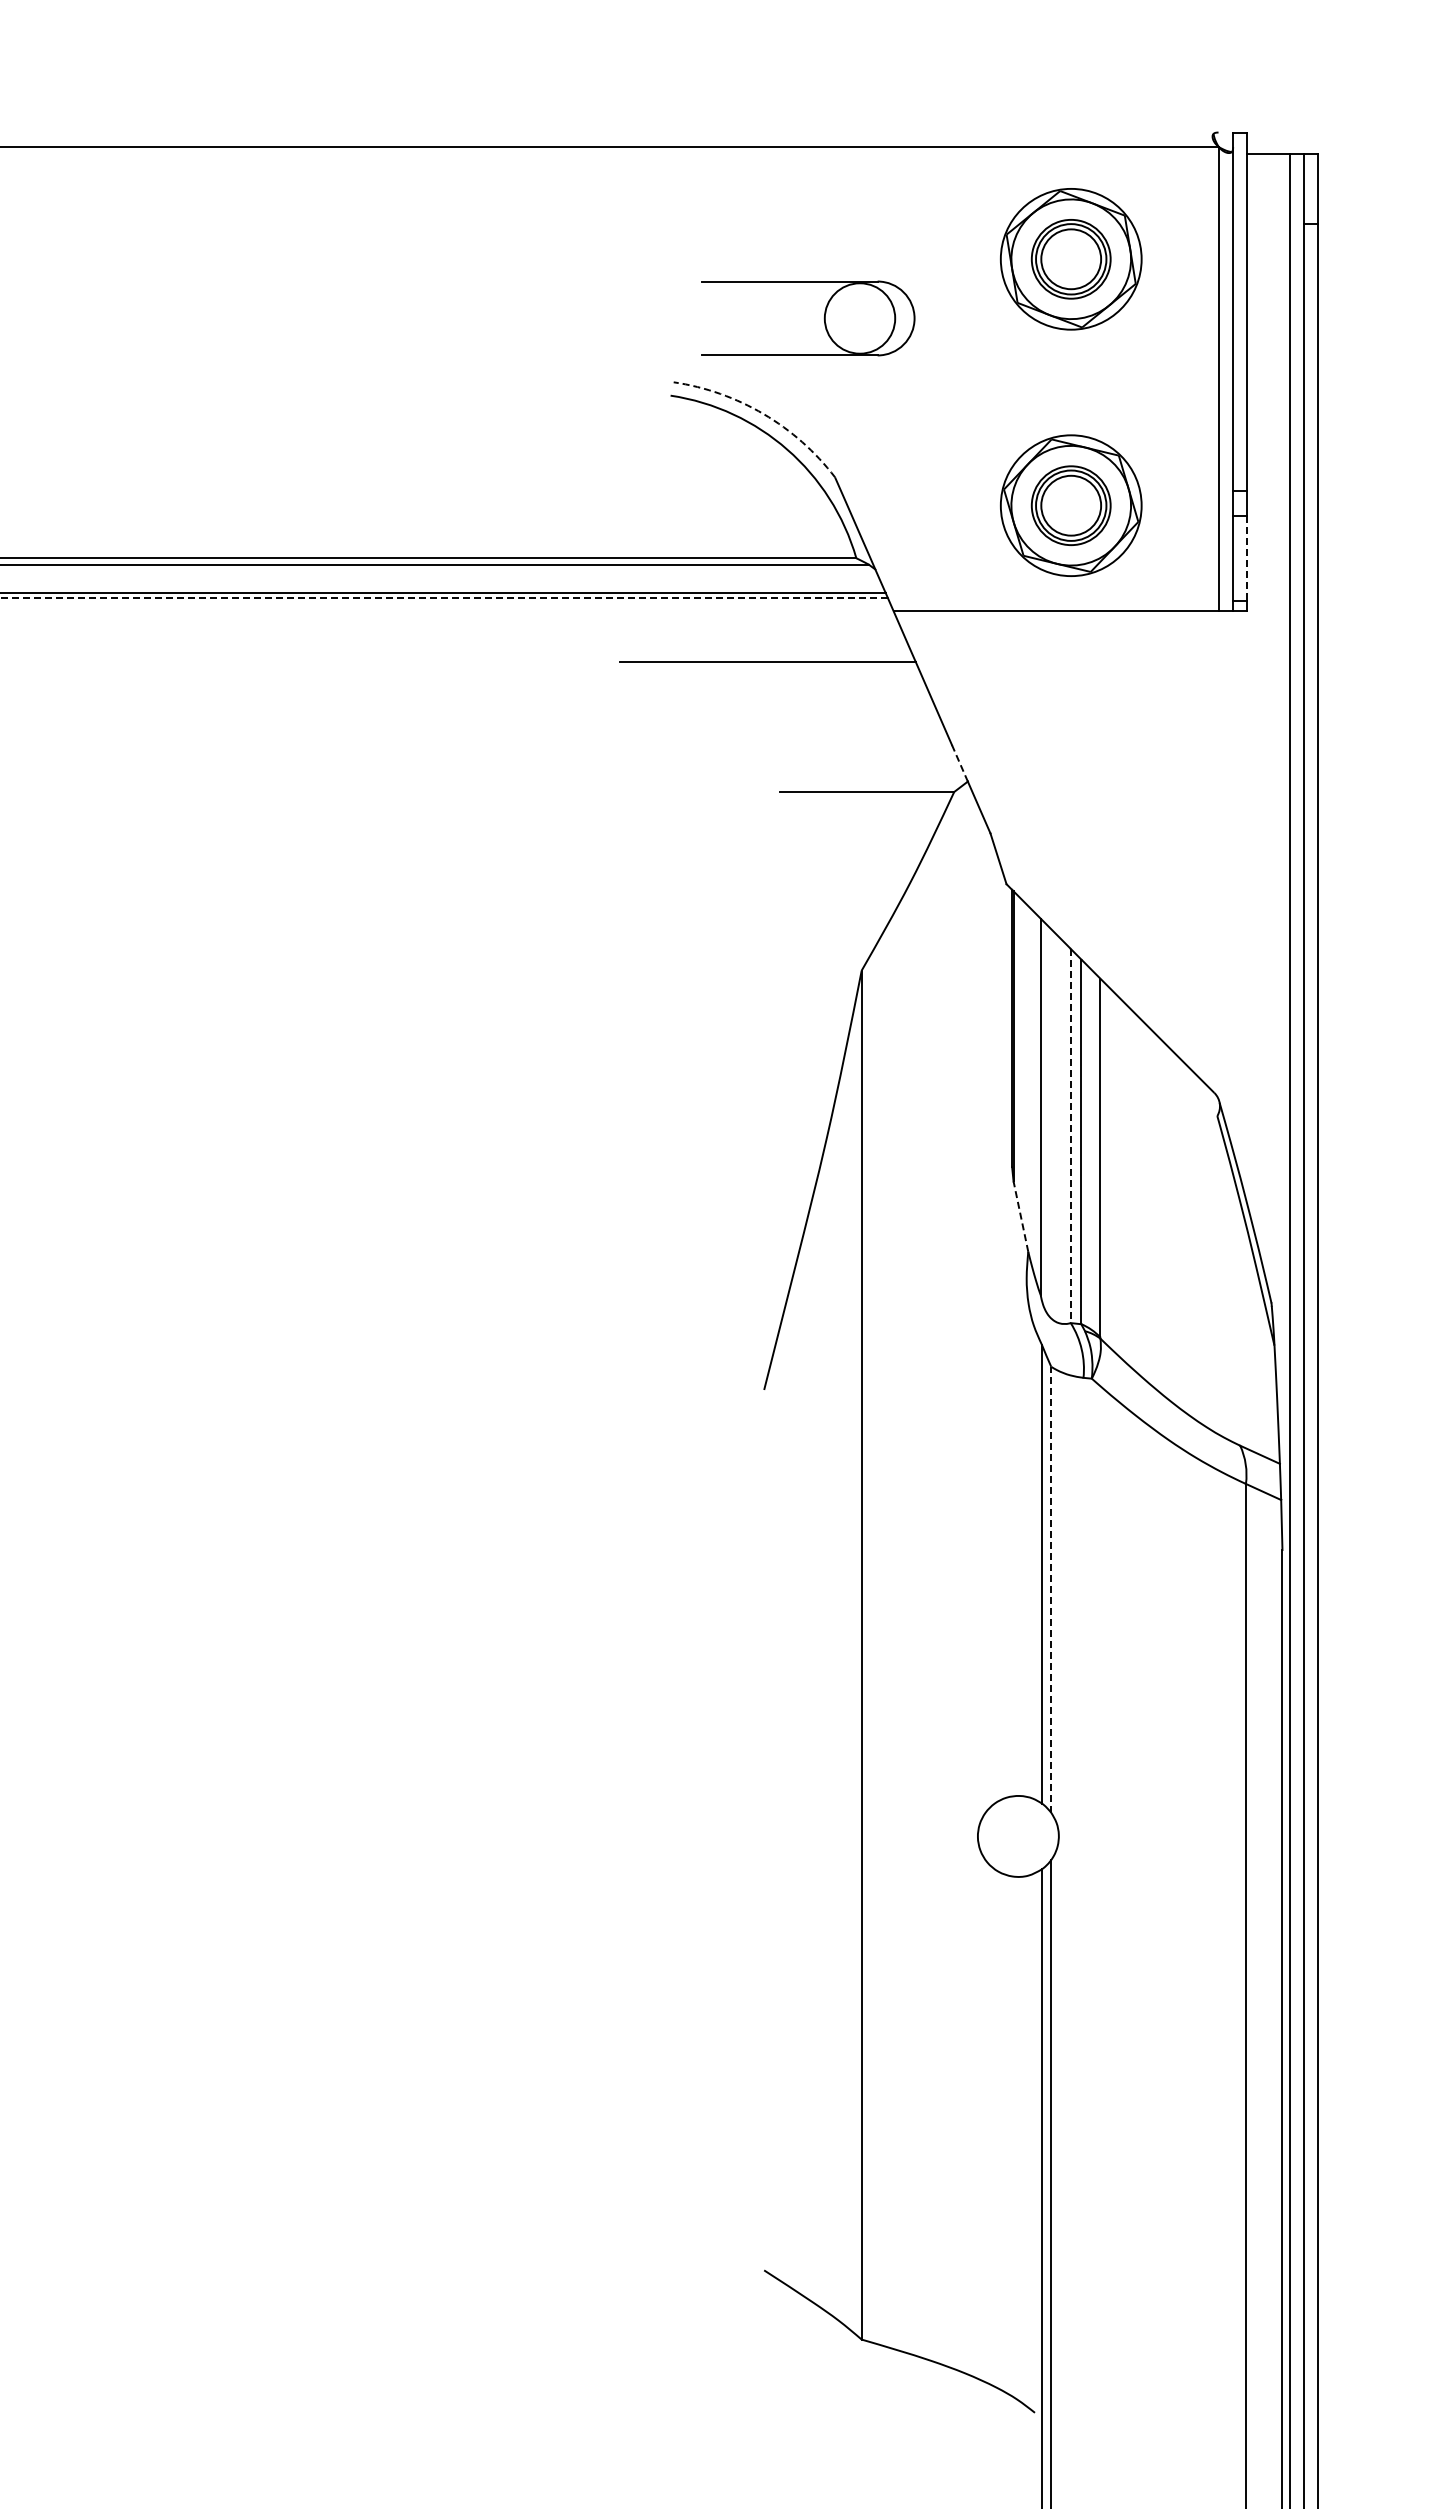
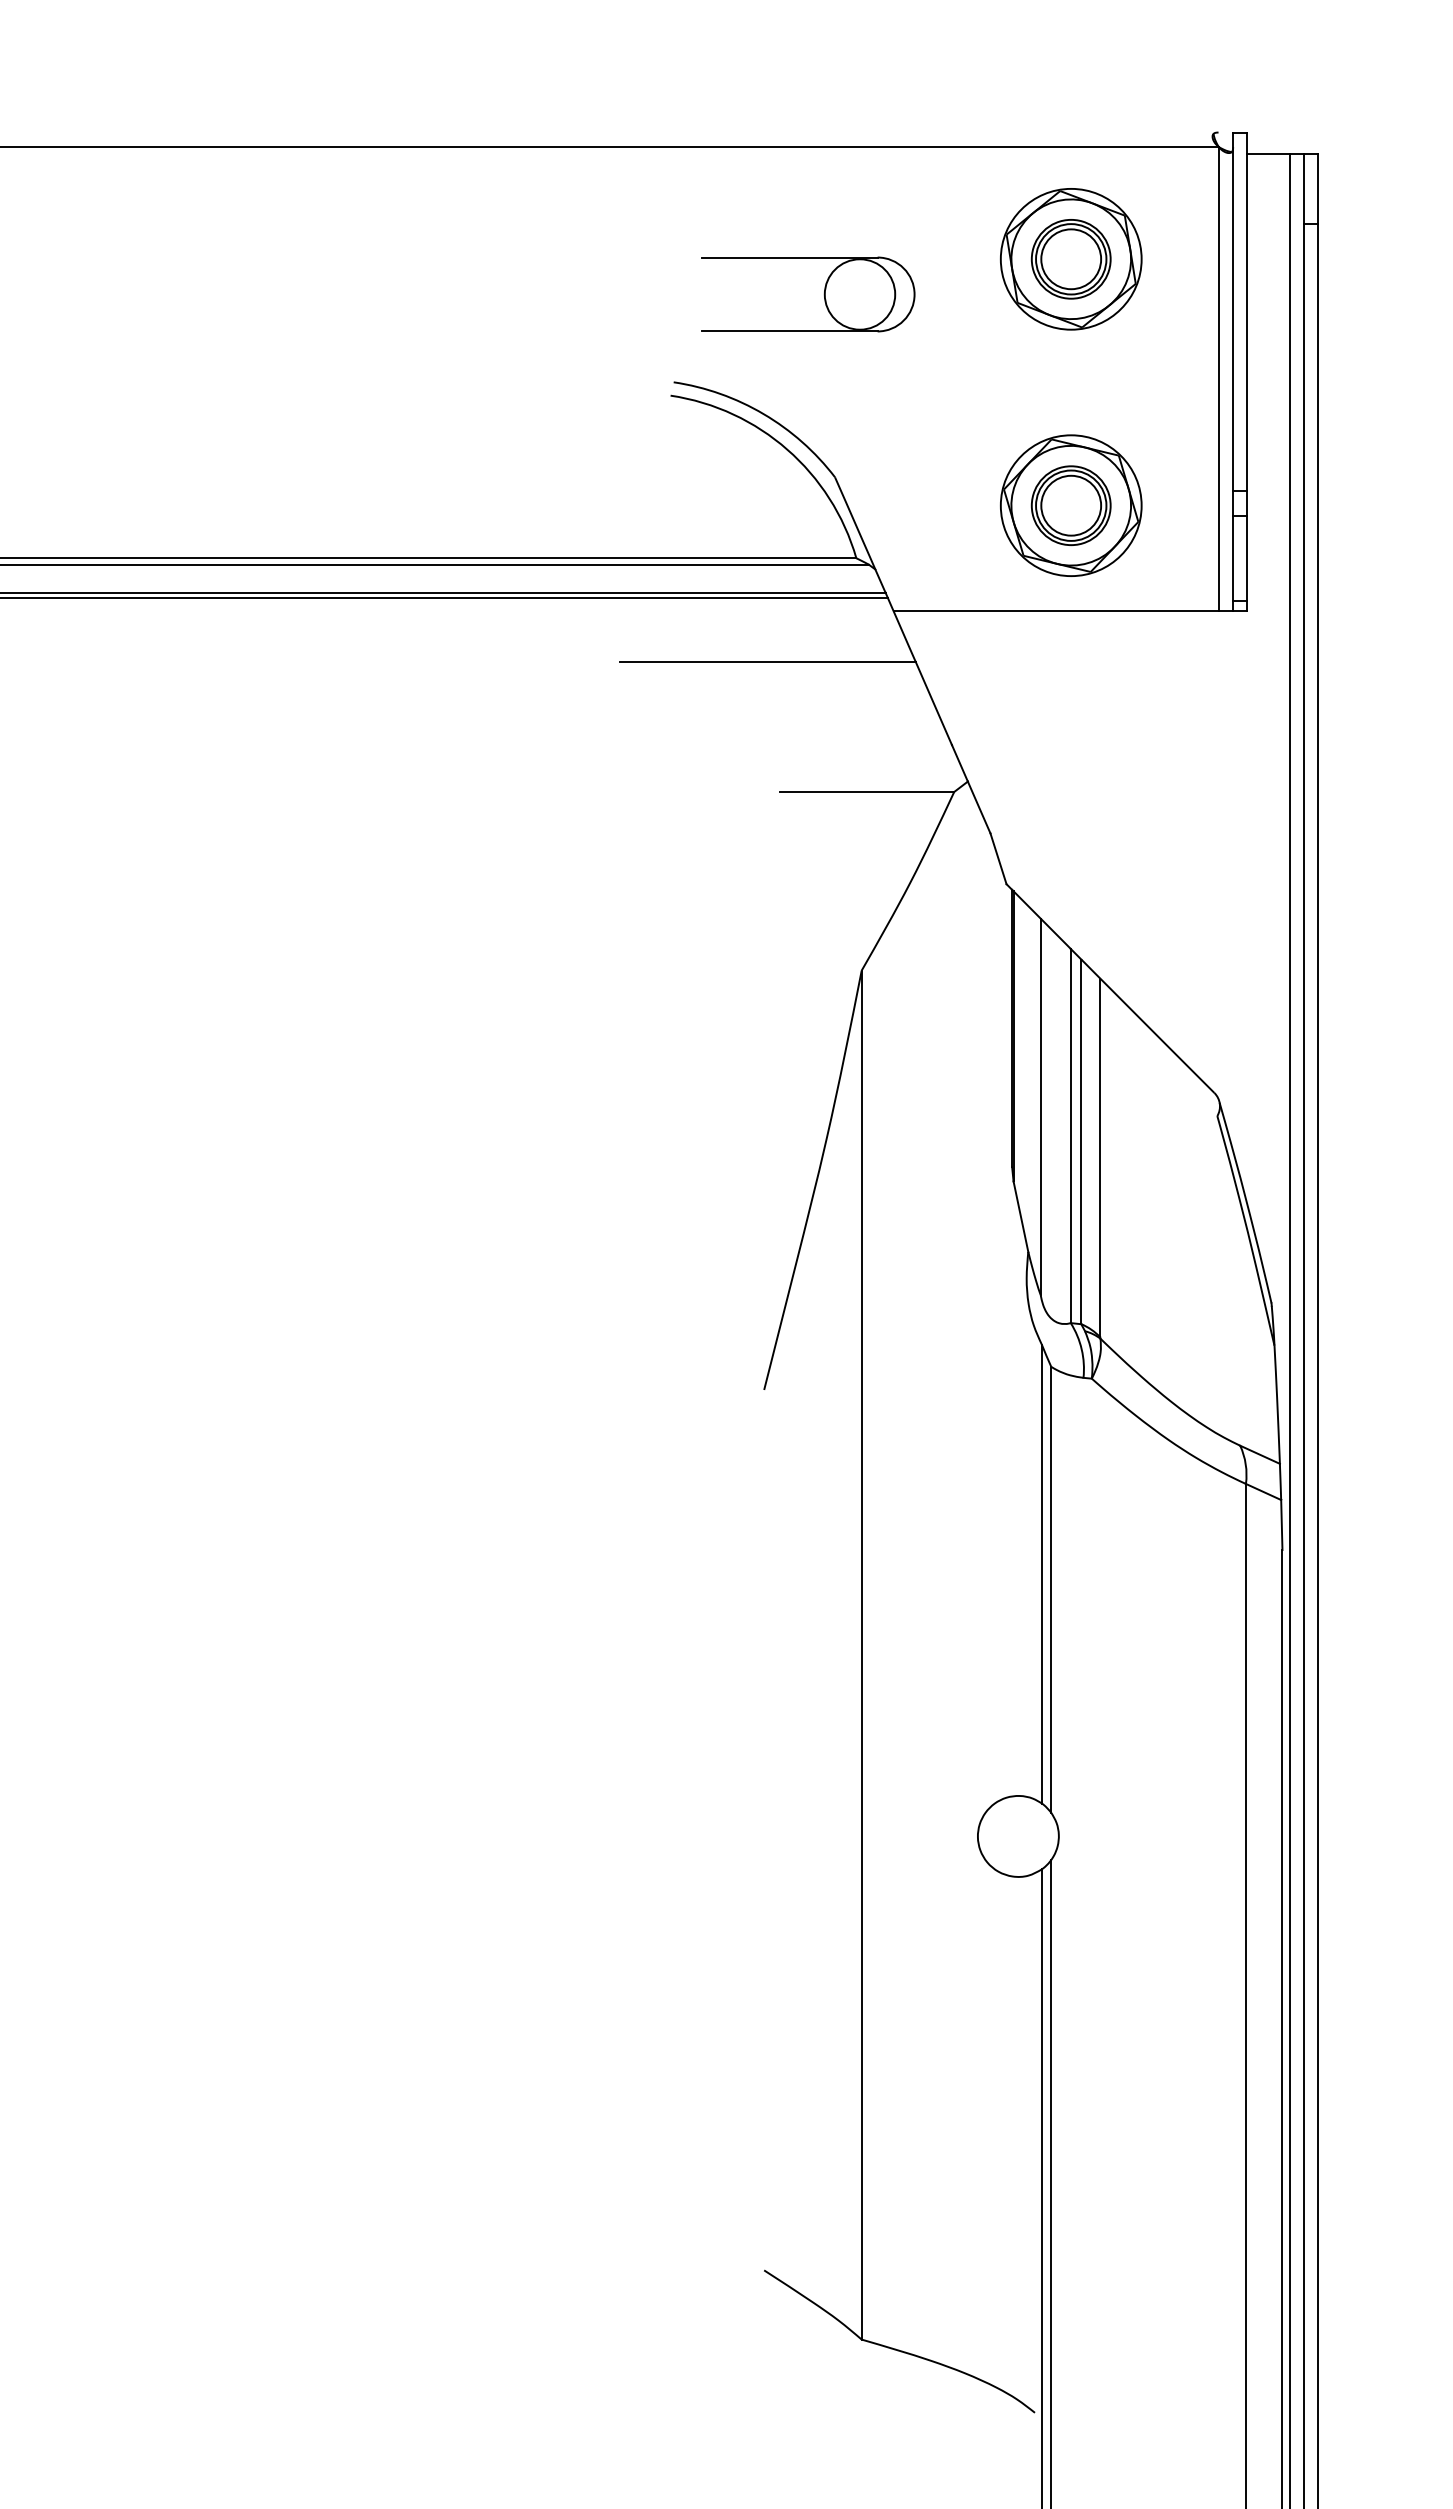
part at (823, 318) position: (823, 318) -> (823, 294)
arc at (763, 414): dashed -> solid
line at (1247, 559): dashed -> solid
line at (443, 597): dashed -> solid
line at (959, 763): dashed -> solid
line at (1070, 1136): dashed -> solid
line at (1020, 1216): dashed -> solid
line at (1051, 1589): dashed -> solid
